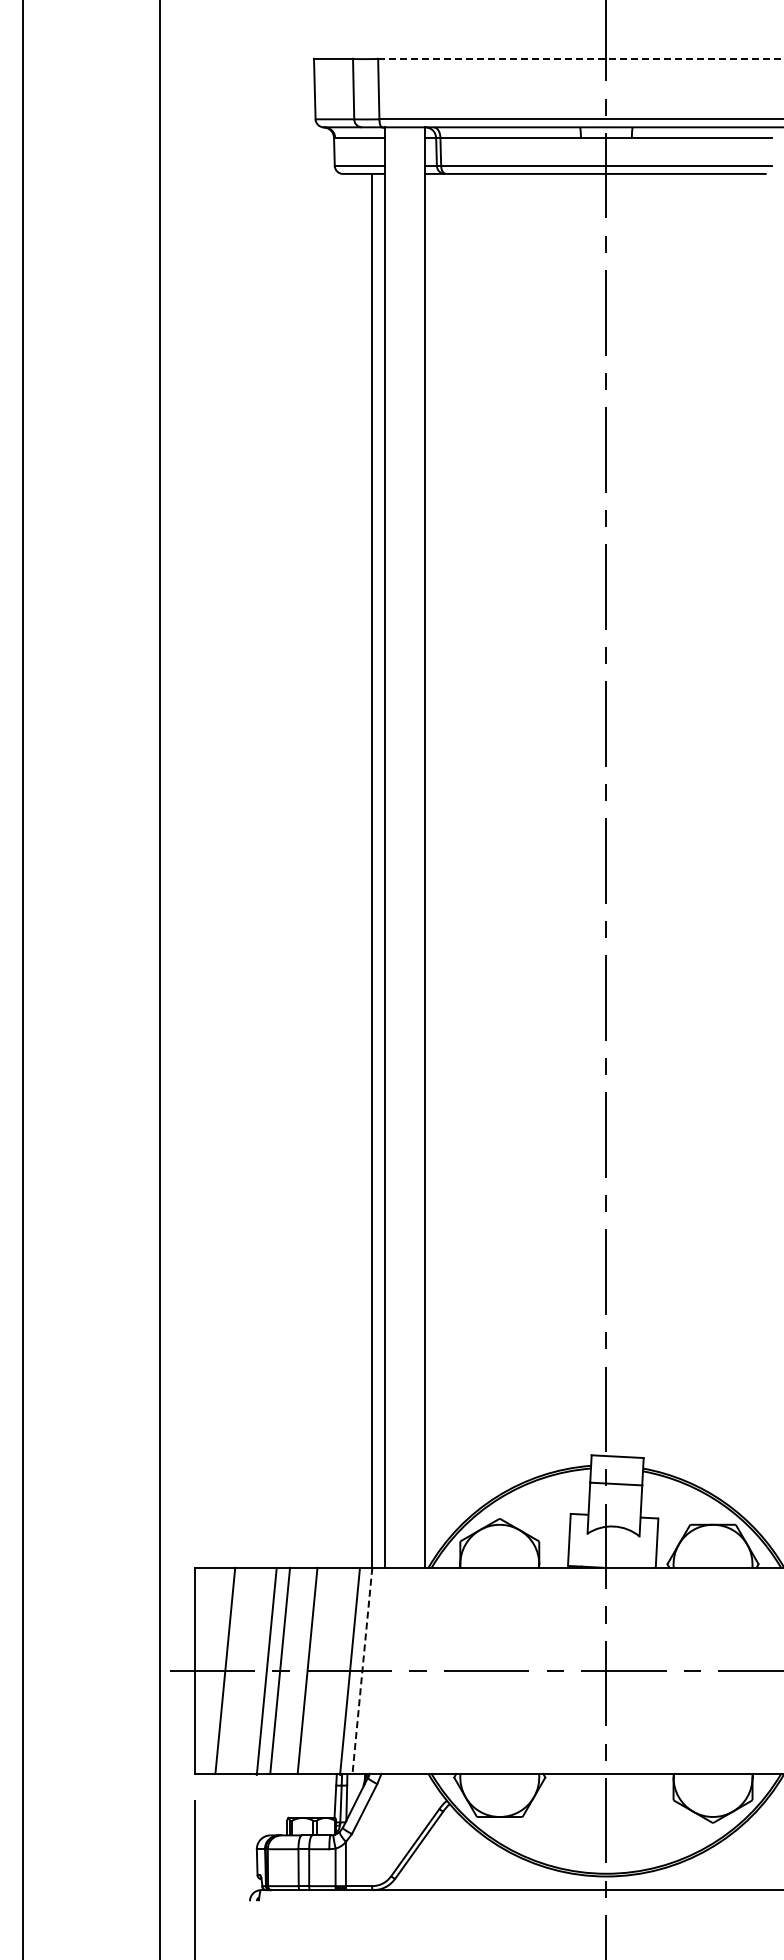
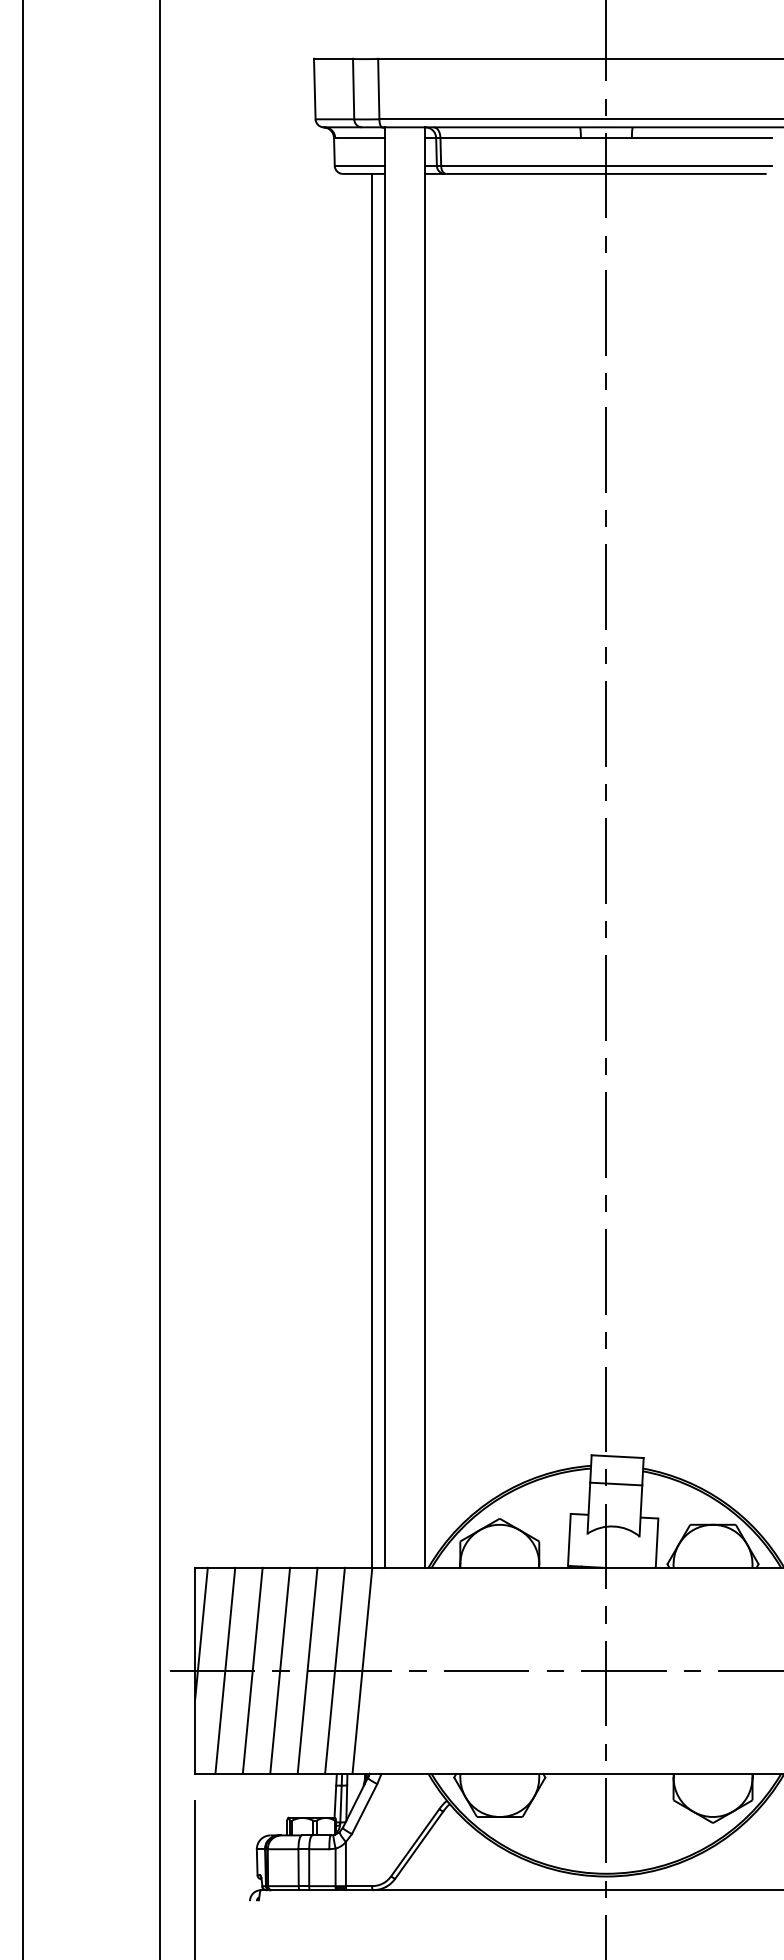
line at (580, 59): dashed -> solid
line at (201, 1633): none -> present
line at (362, 1670): dashed -> solid
line at (266, 1671) position: (266, 1671) -> (252, 1670)
line at (349, 1671) position: (349, 1671) -> (334, 1670)
